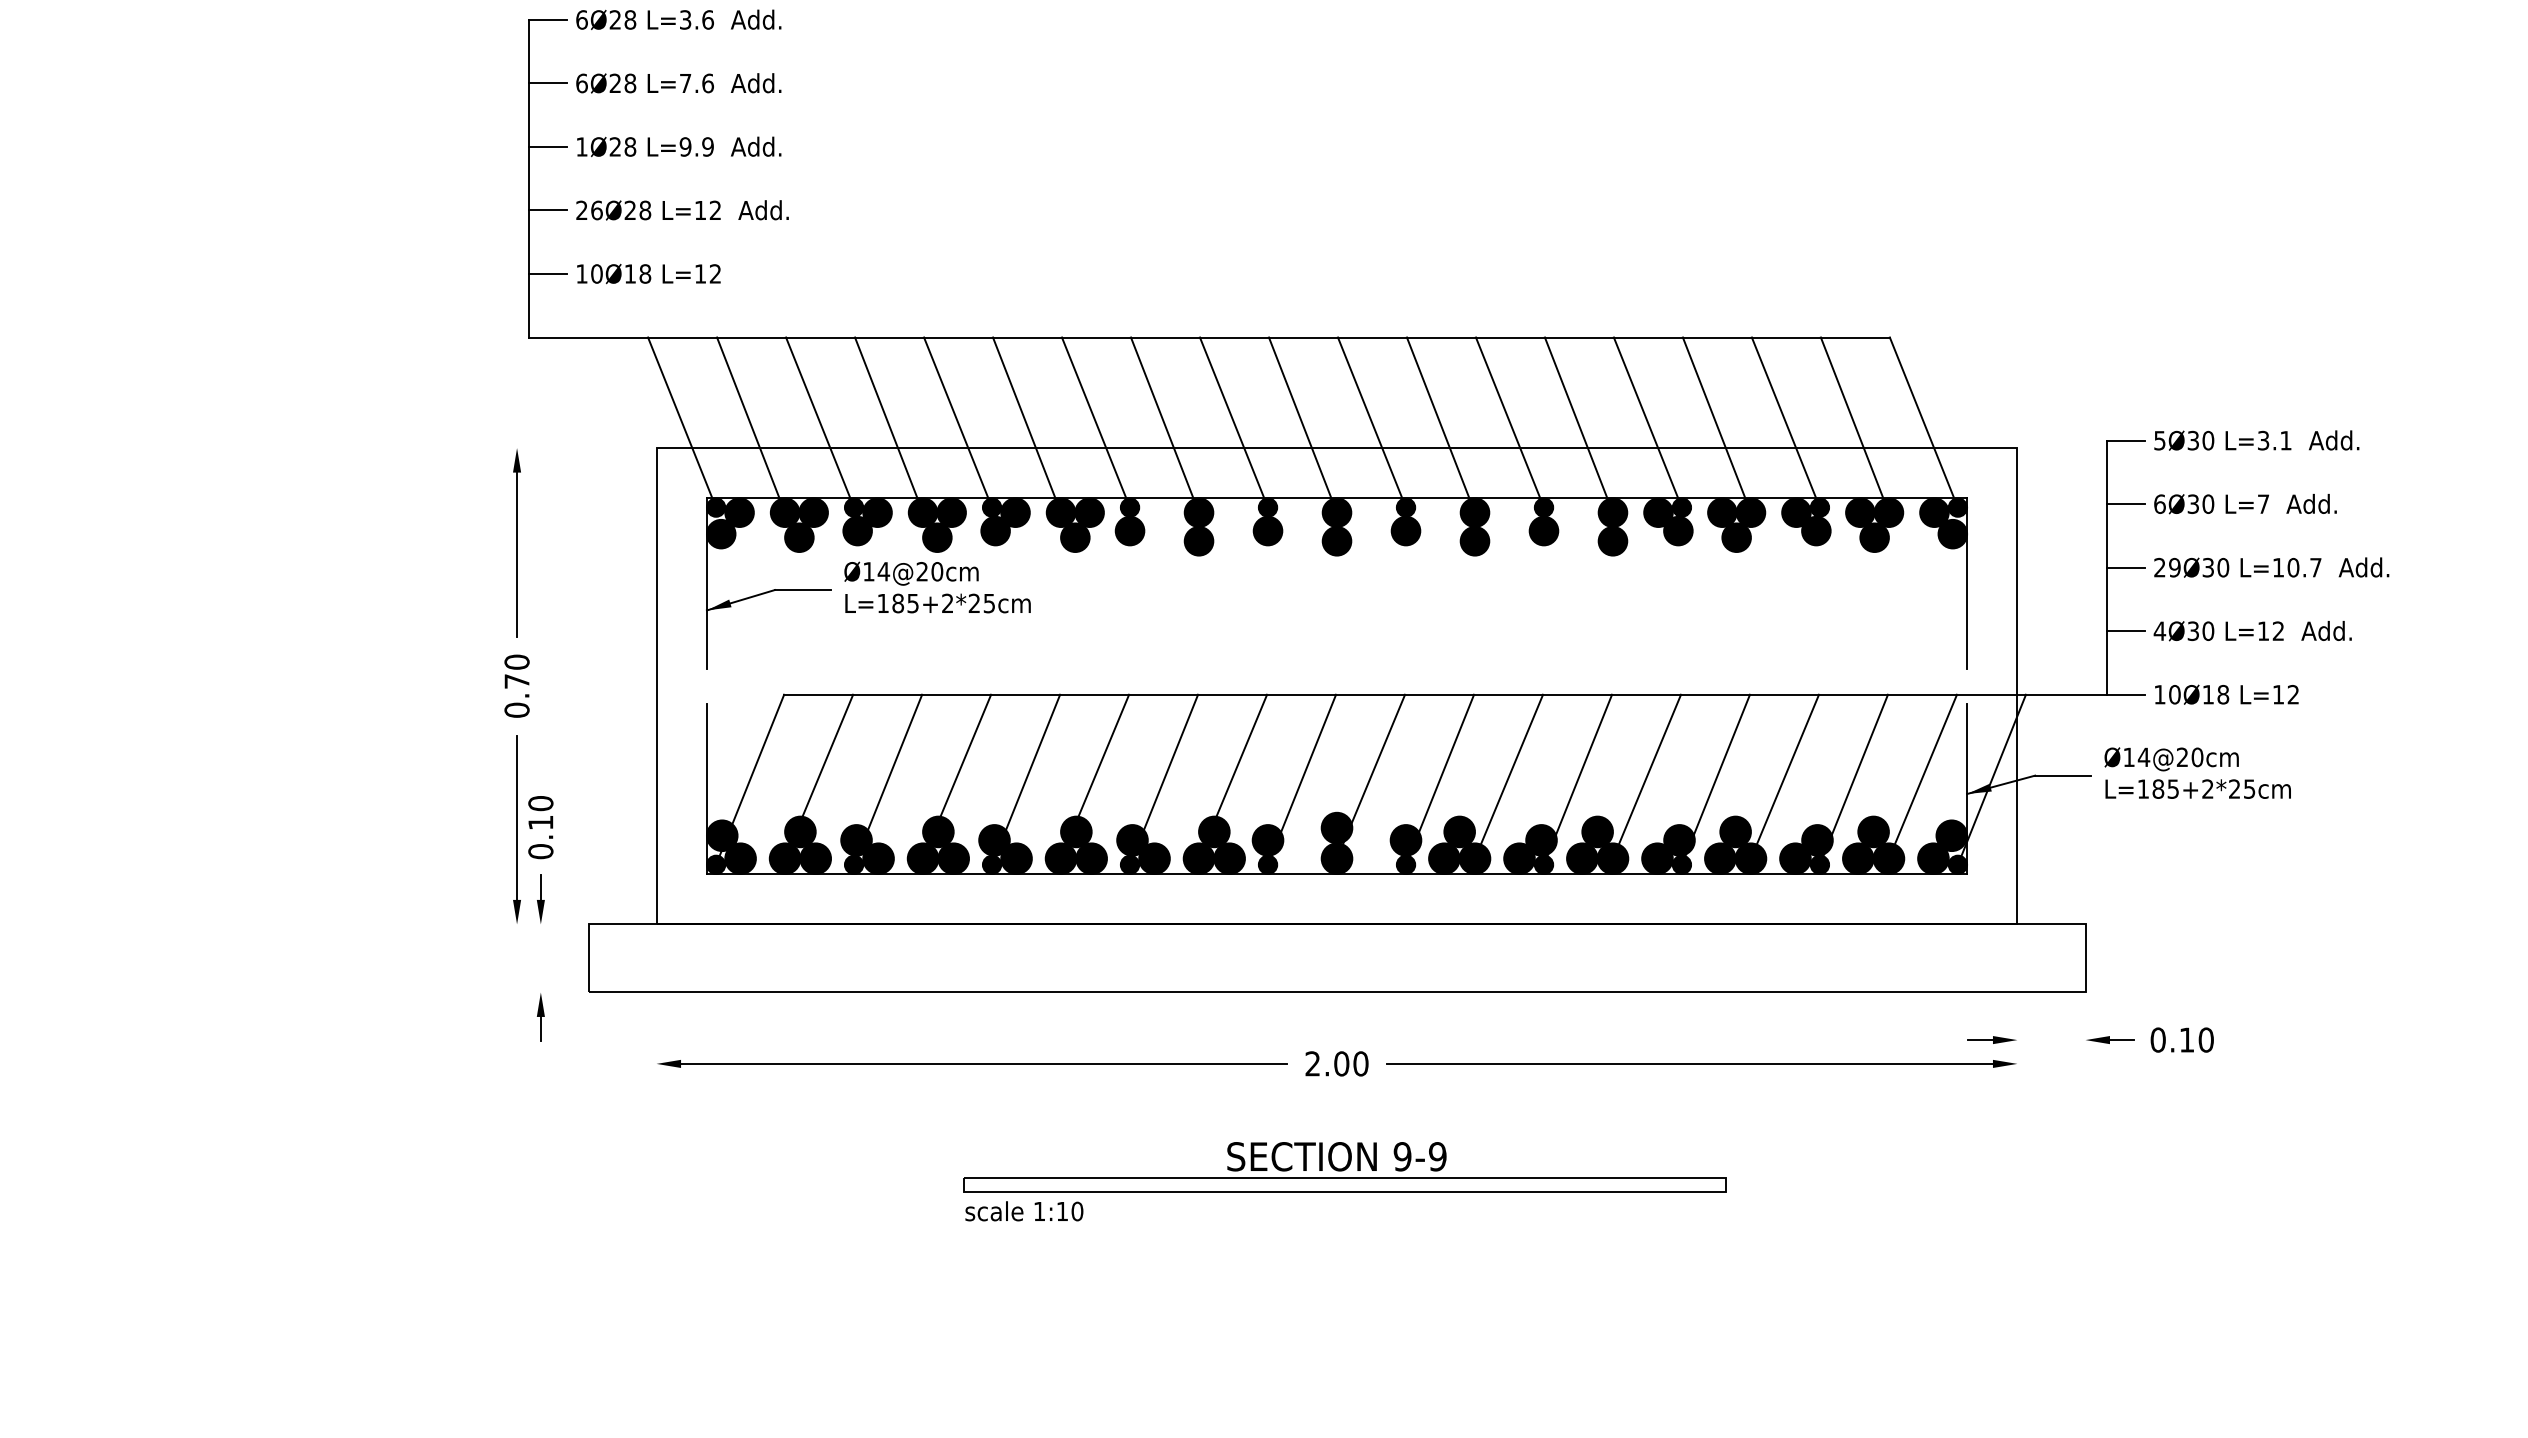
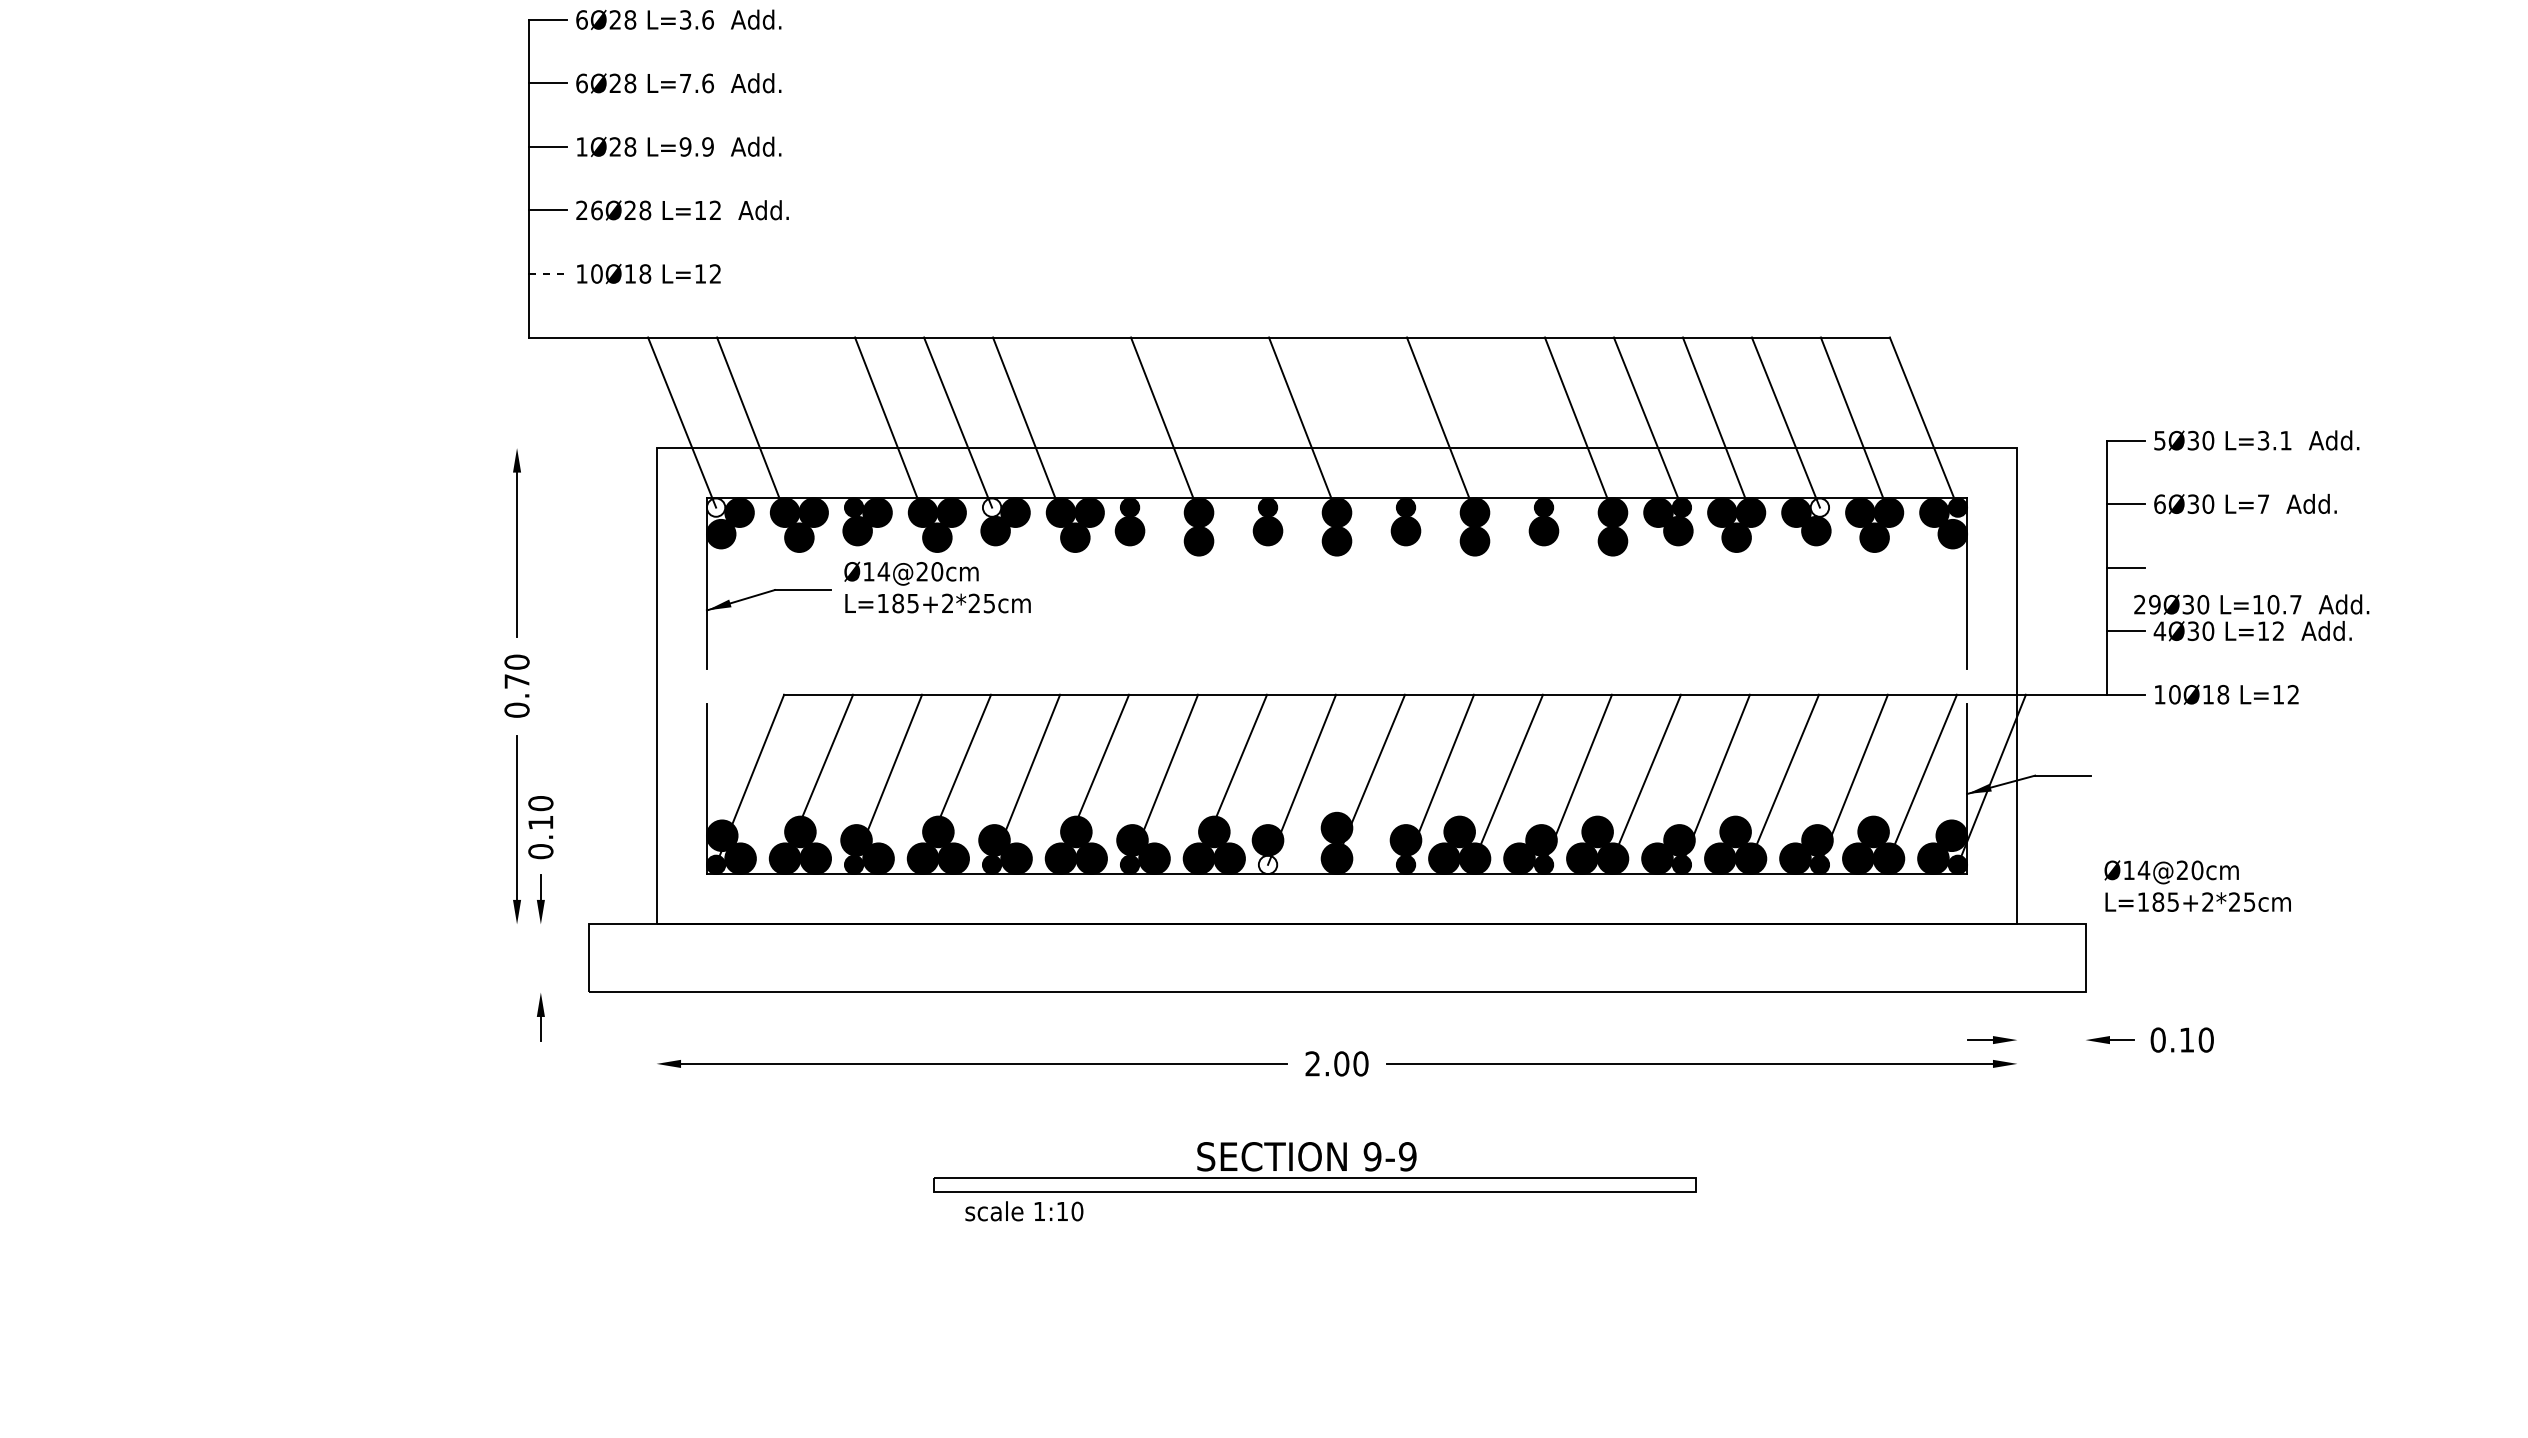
line at (548, 274): solid -> dashed
line at (820, 422): present -> none
line at (1095, 422): present -> none
line at (1233, 422): present -> none
line at (1371, 422): present -> none
line at (1509, 422): present -> none
fill at (715, 507): present -> none
fill at (991, 507): present -> none
fill at (1819, 507): present -> none
text at (2271, 567) position: (2271, 567) -> (2251, 604)
text at (2197, 772) position: (2197, 772) -> (2197, 885)
fill at (1267, 864): present -> none
part at (1344, 1167) position: (1344, 1167) -> (1314, 1167)
